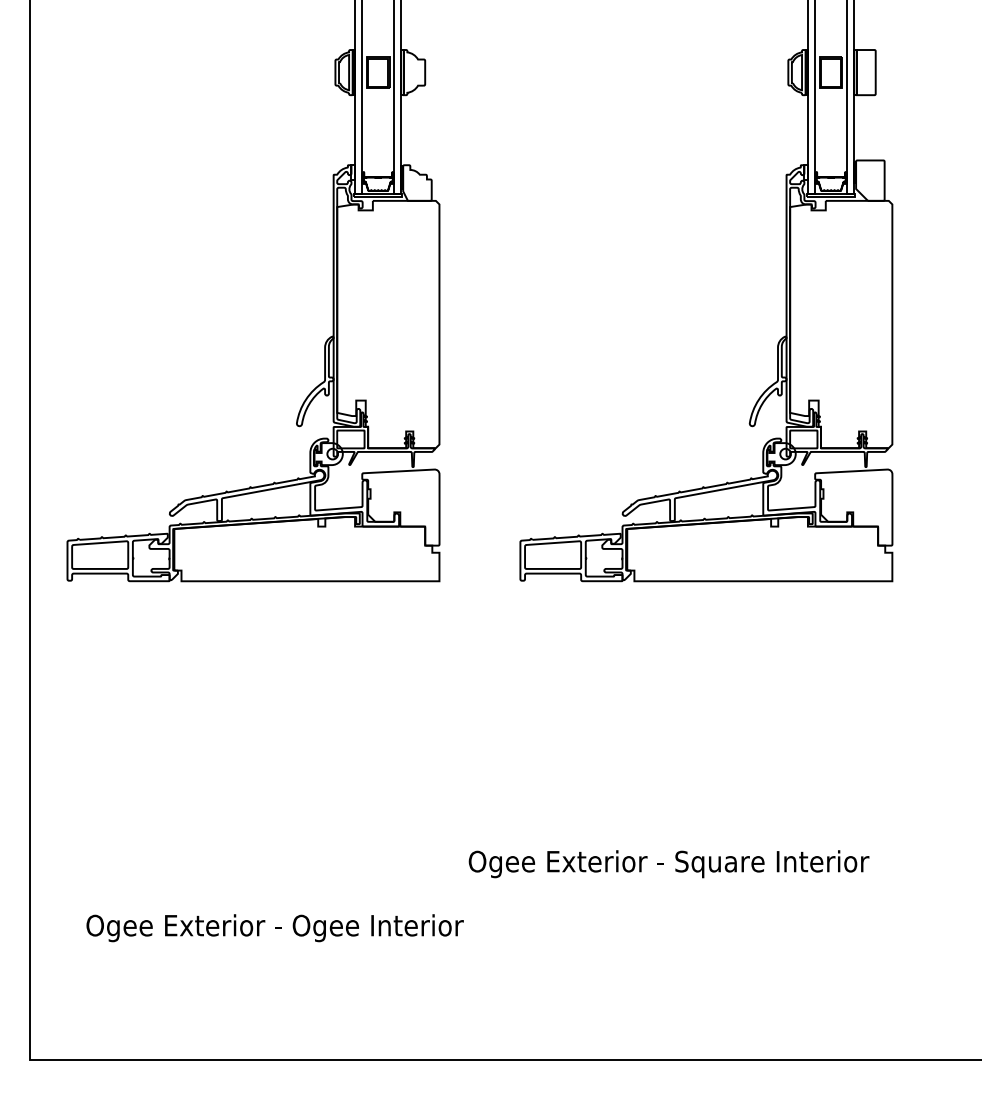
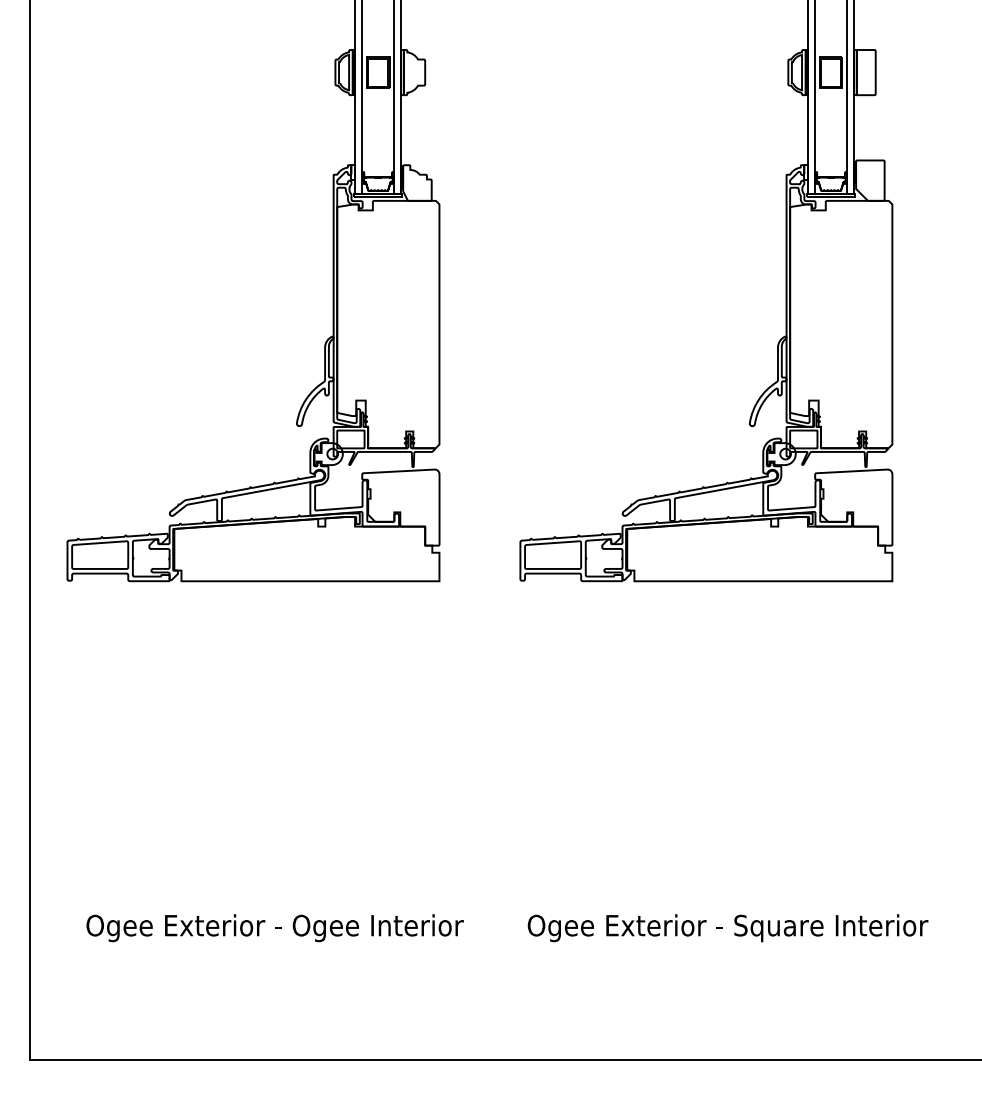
text at (668, 864) position: (668, 864) -> (727, 928)
